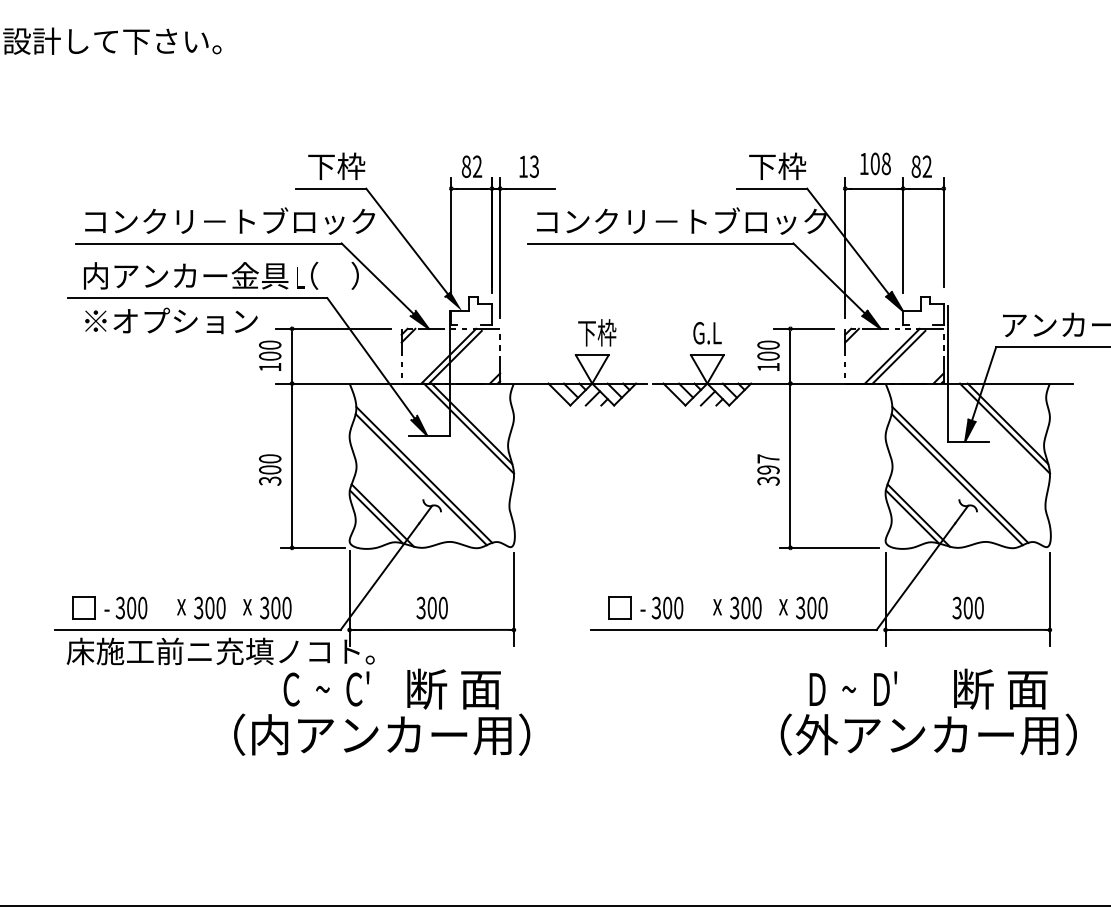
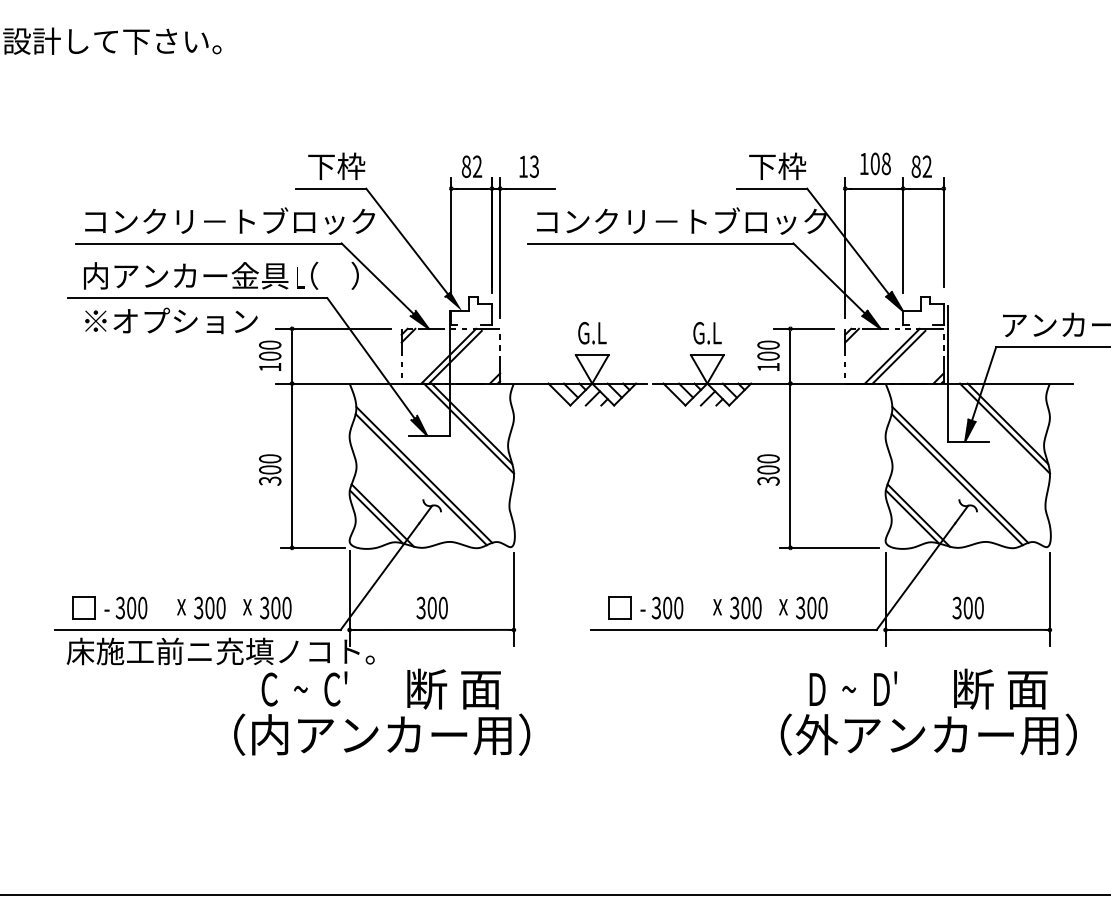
text at (597, 332): 下枠 -> G.L
text at (768, 464): 397 -> 300
text at (326, 688) position: (326, 688) -> (304, 688)
line at (554, 905) position: (554, 905) -> (554, 894)
